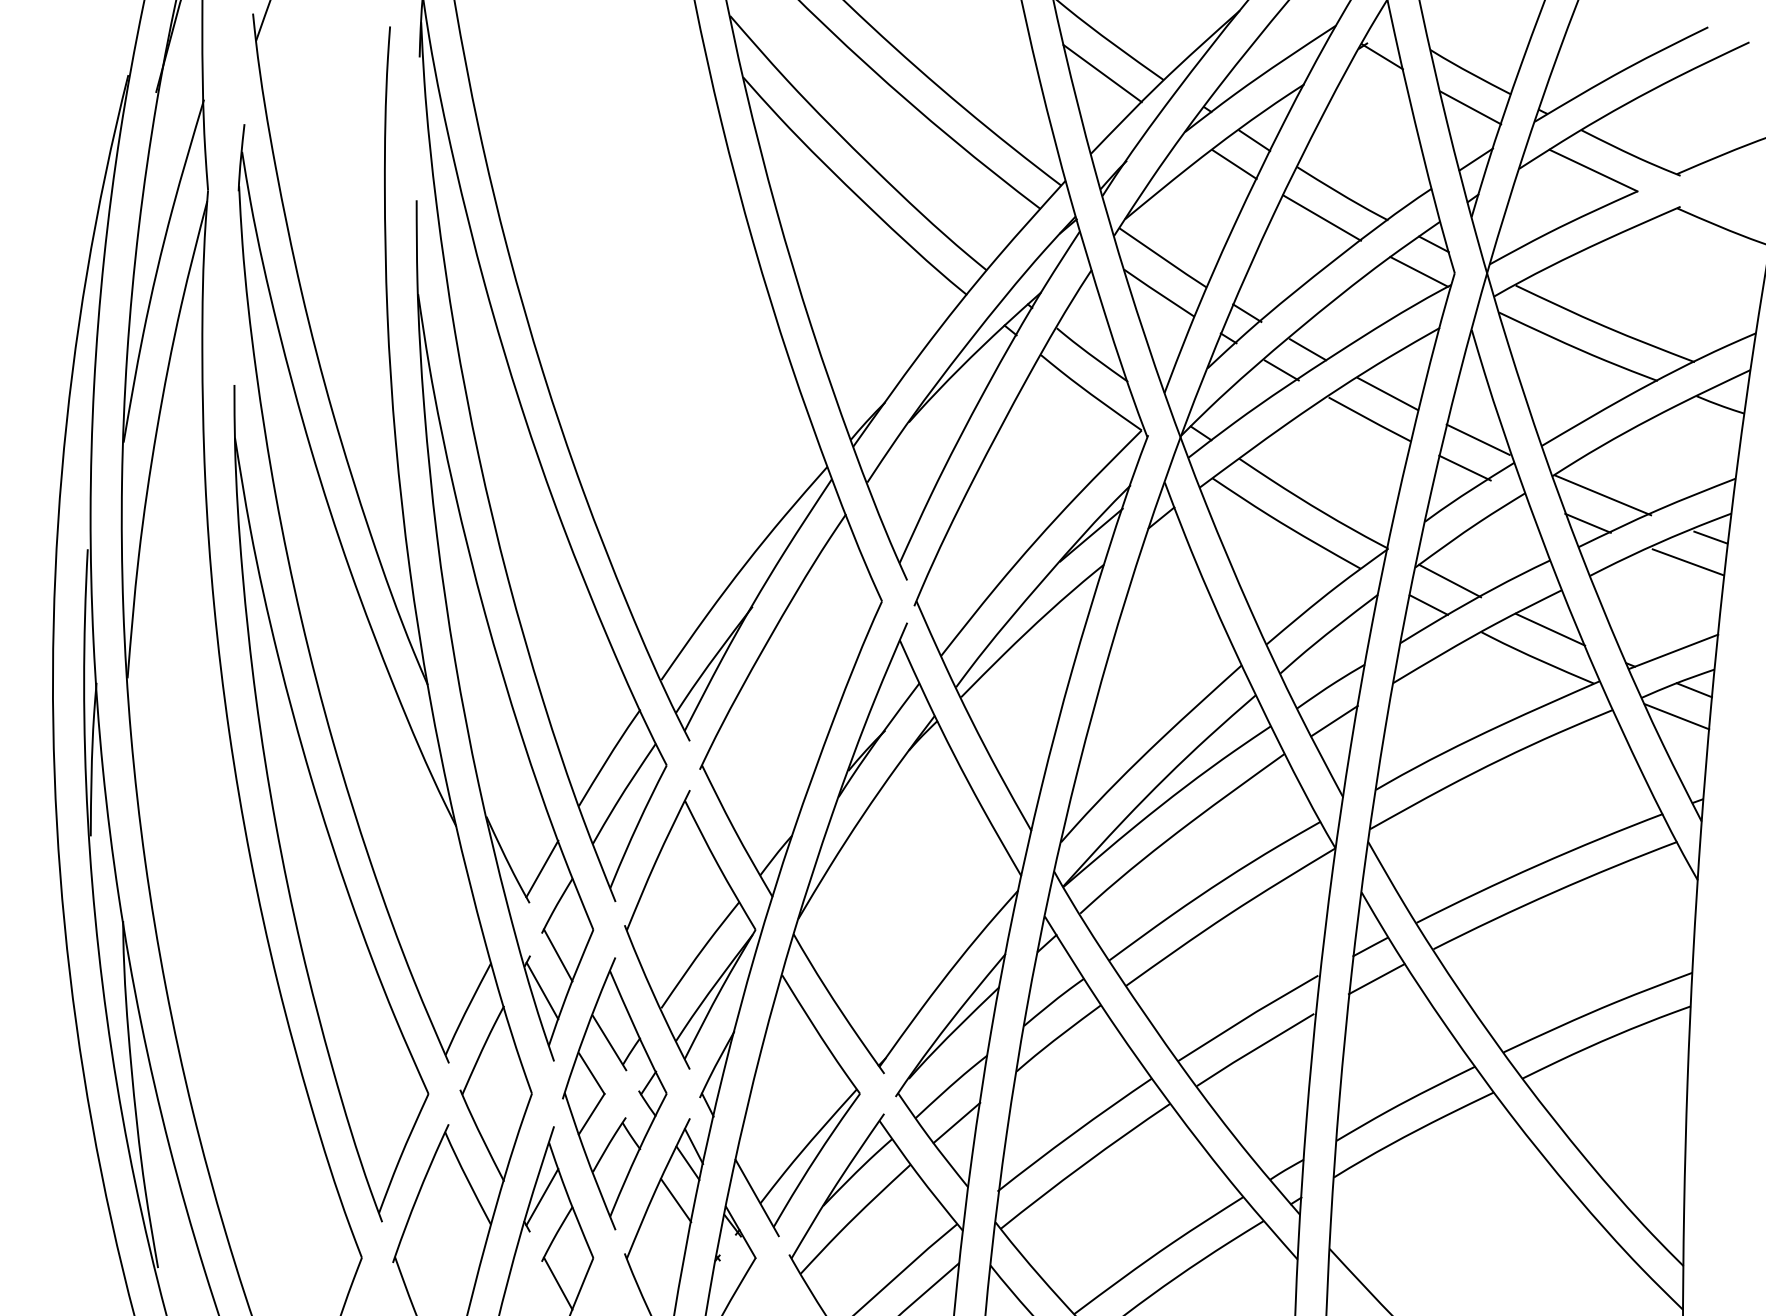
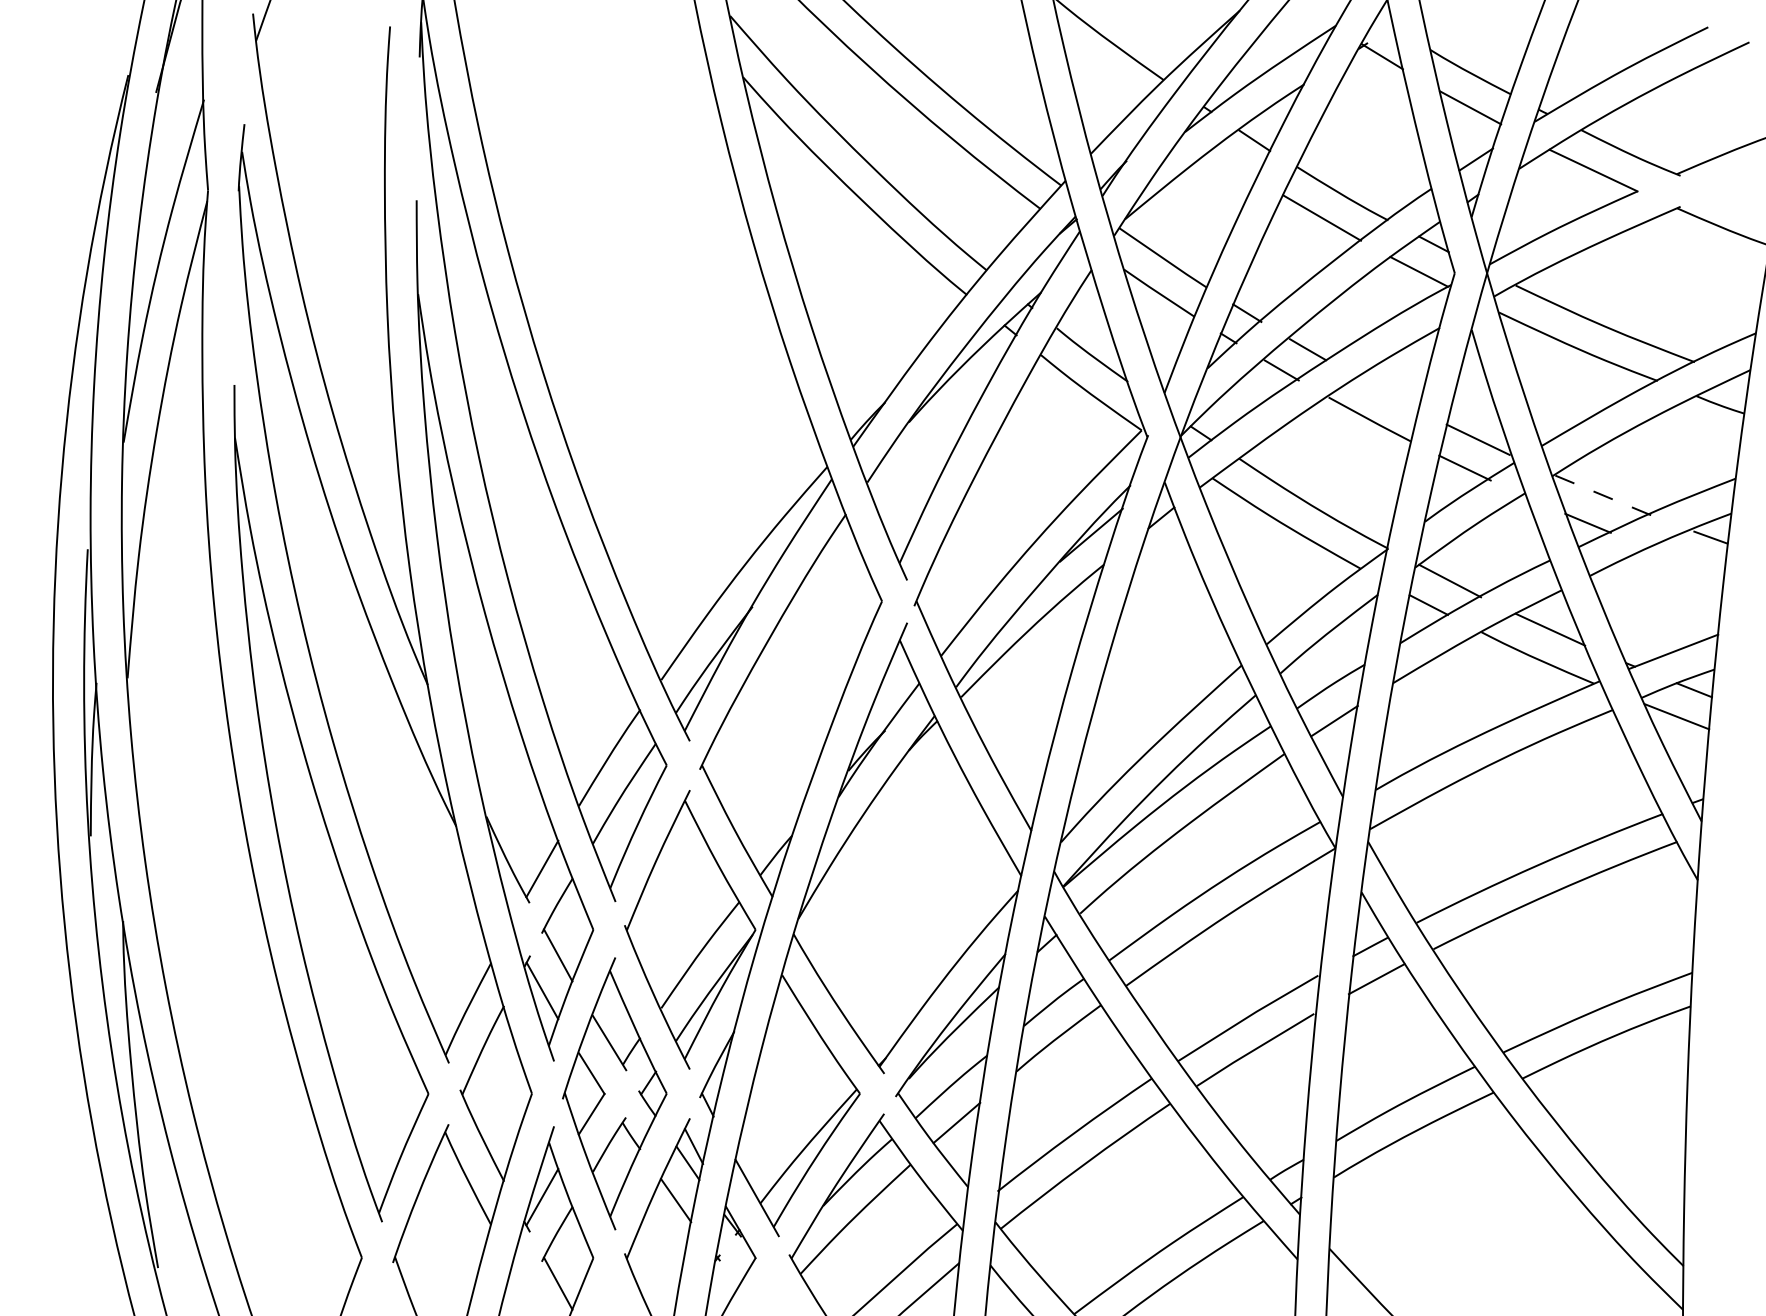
line at (1102, 73): present -> none
line at (1234, 164): present -> none
line at (1387, 393): present -> none
line at (1603, 495): solid -> dashed
line at (1687, 562): present -> none
